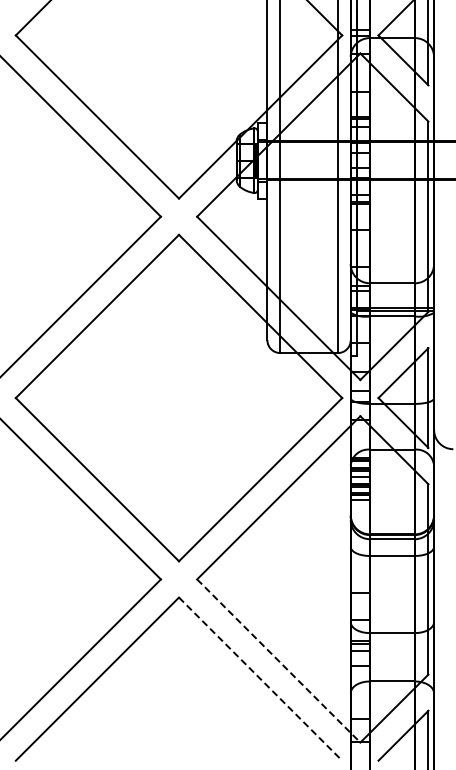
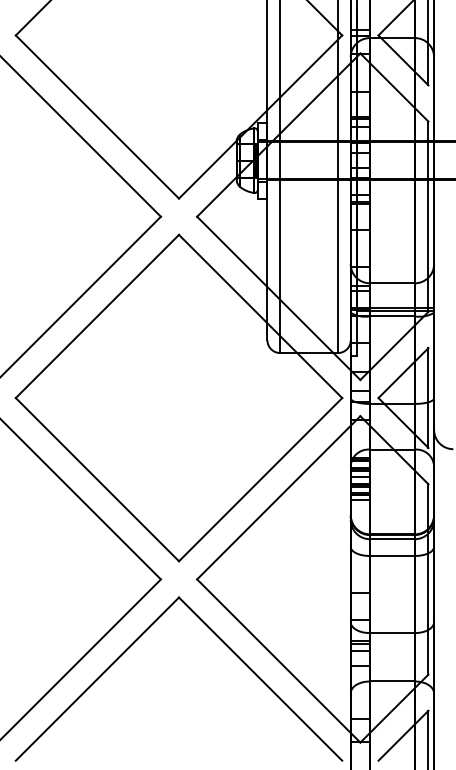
line at (279, 661): dashed -> solid
line at (260, 679): dashed -> solid
